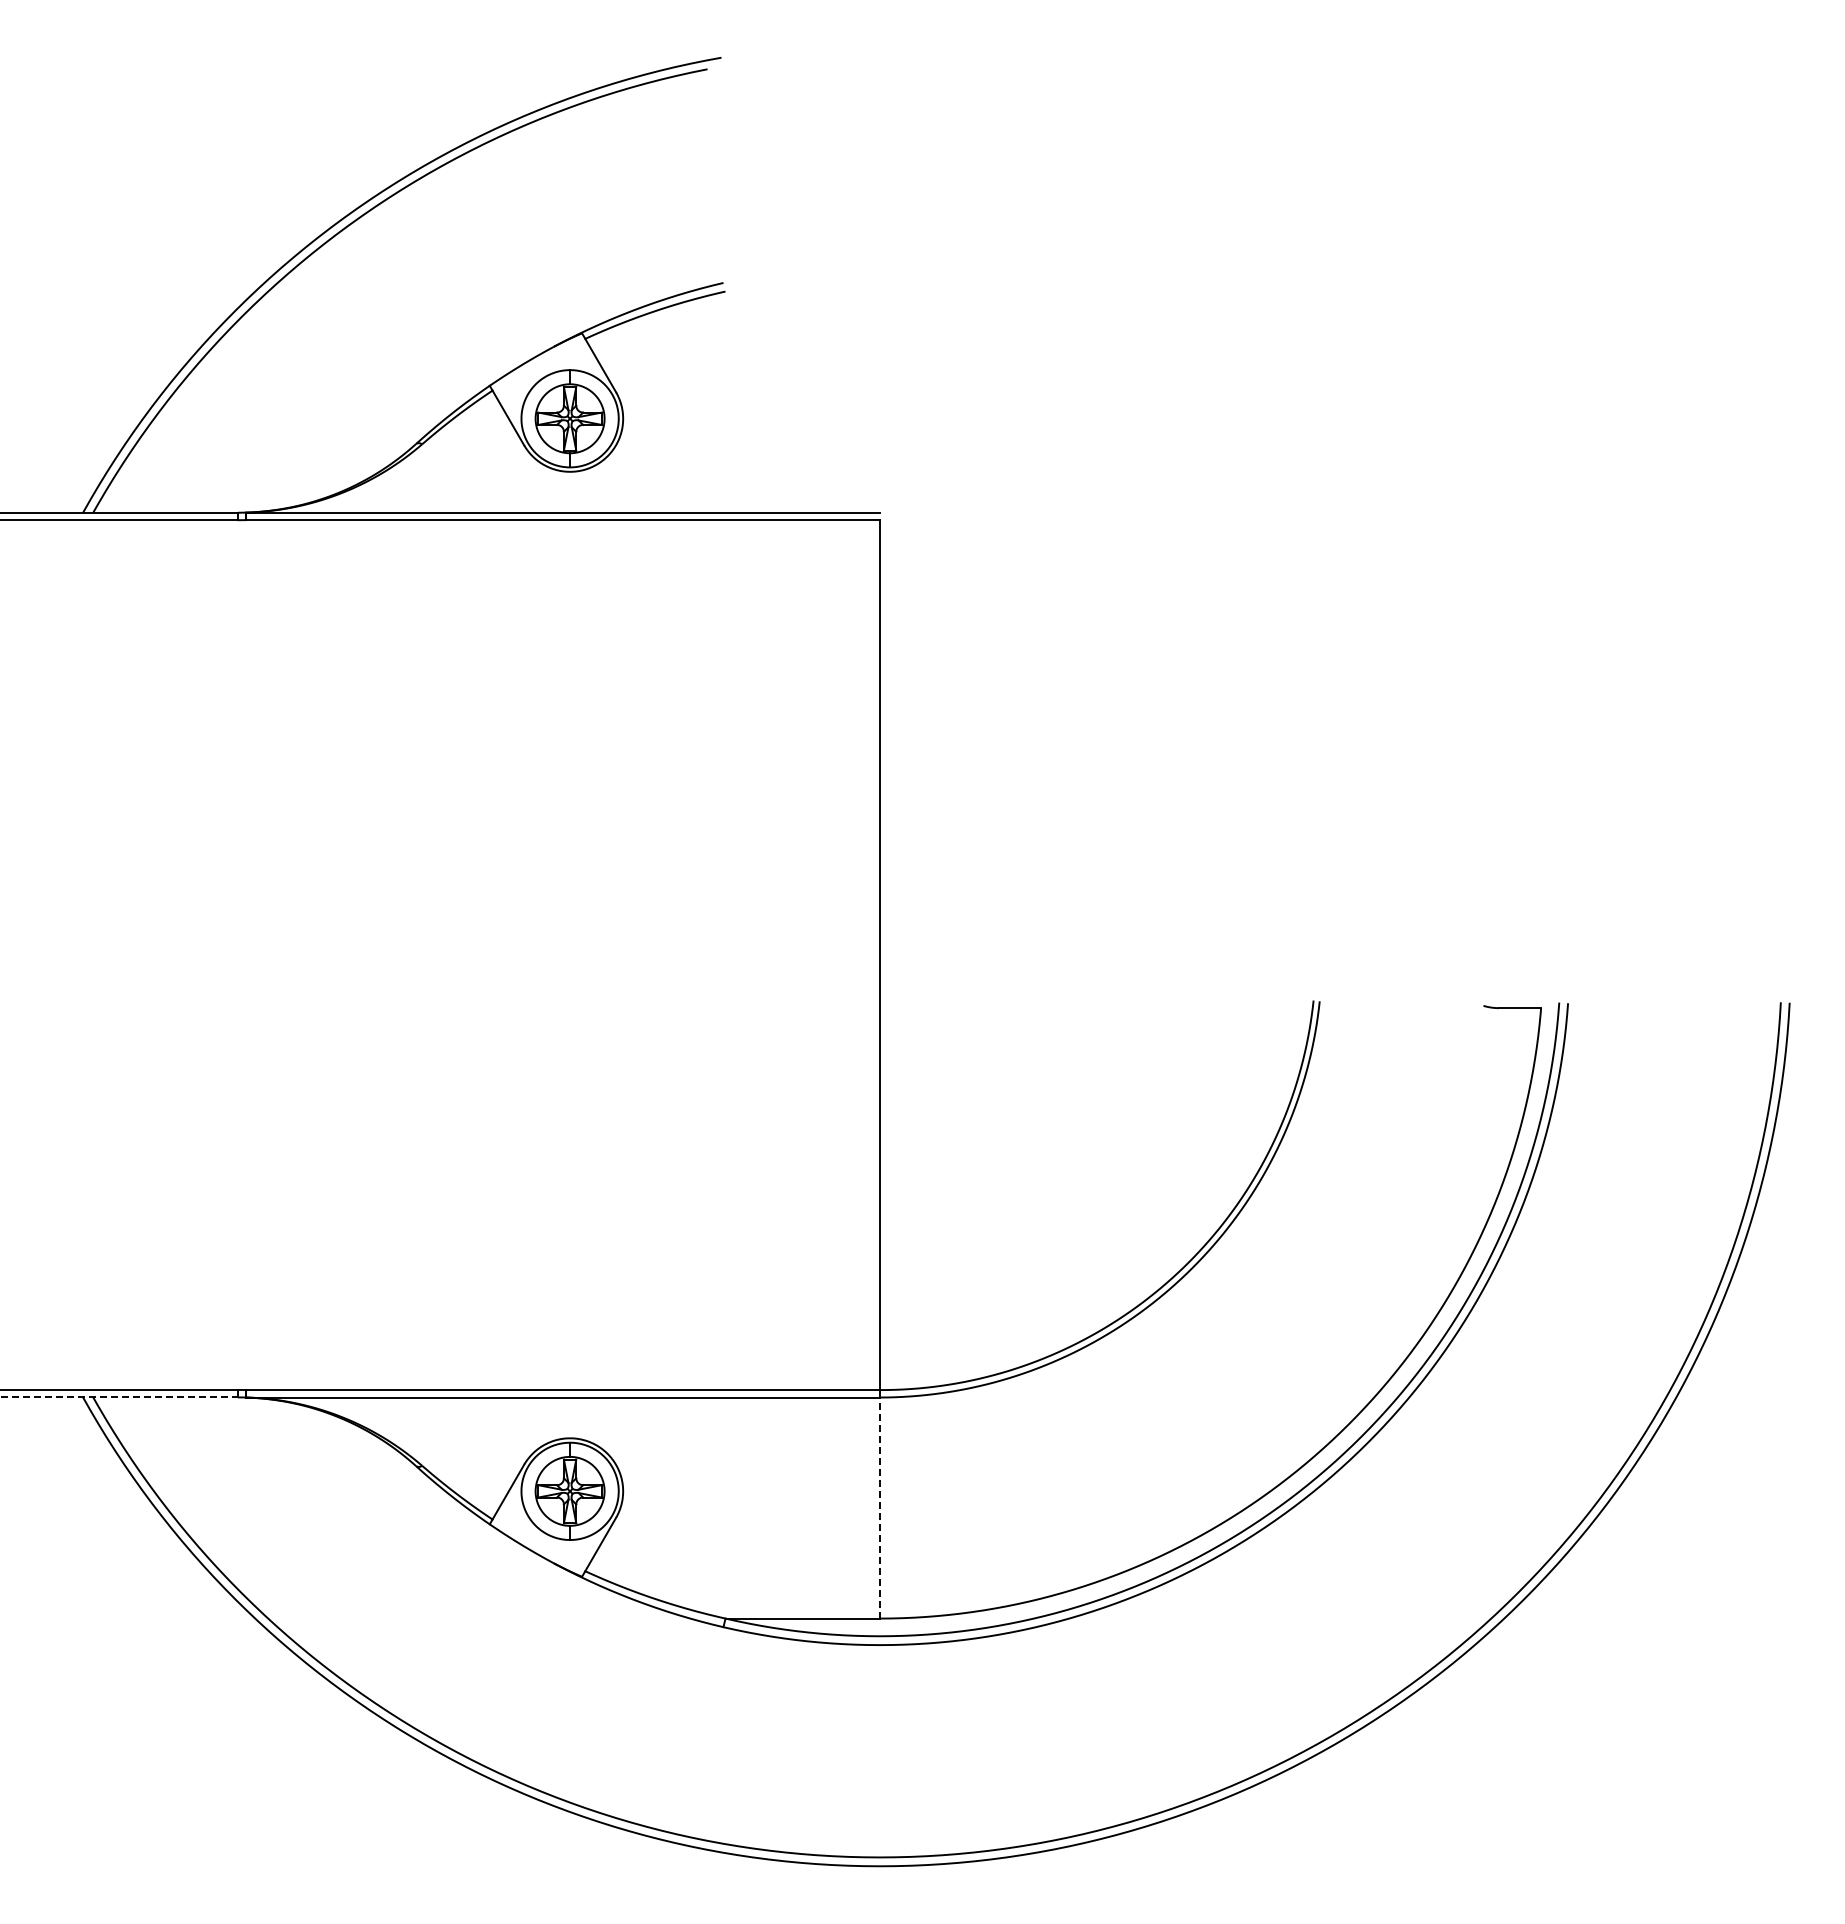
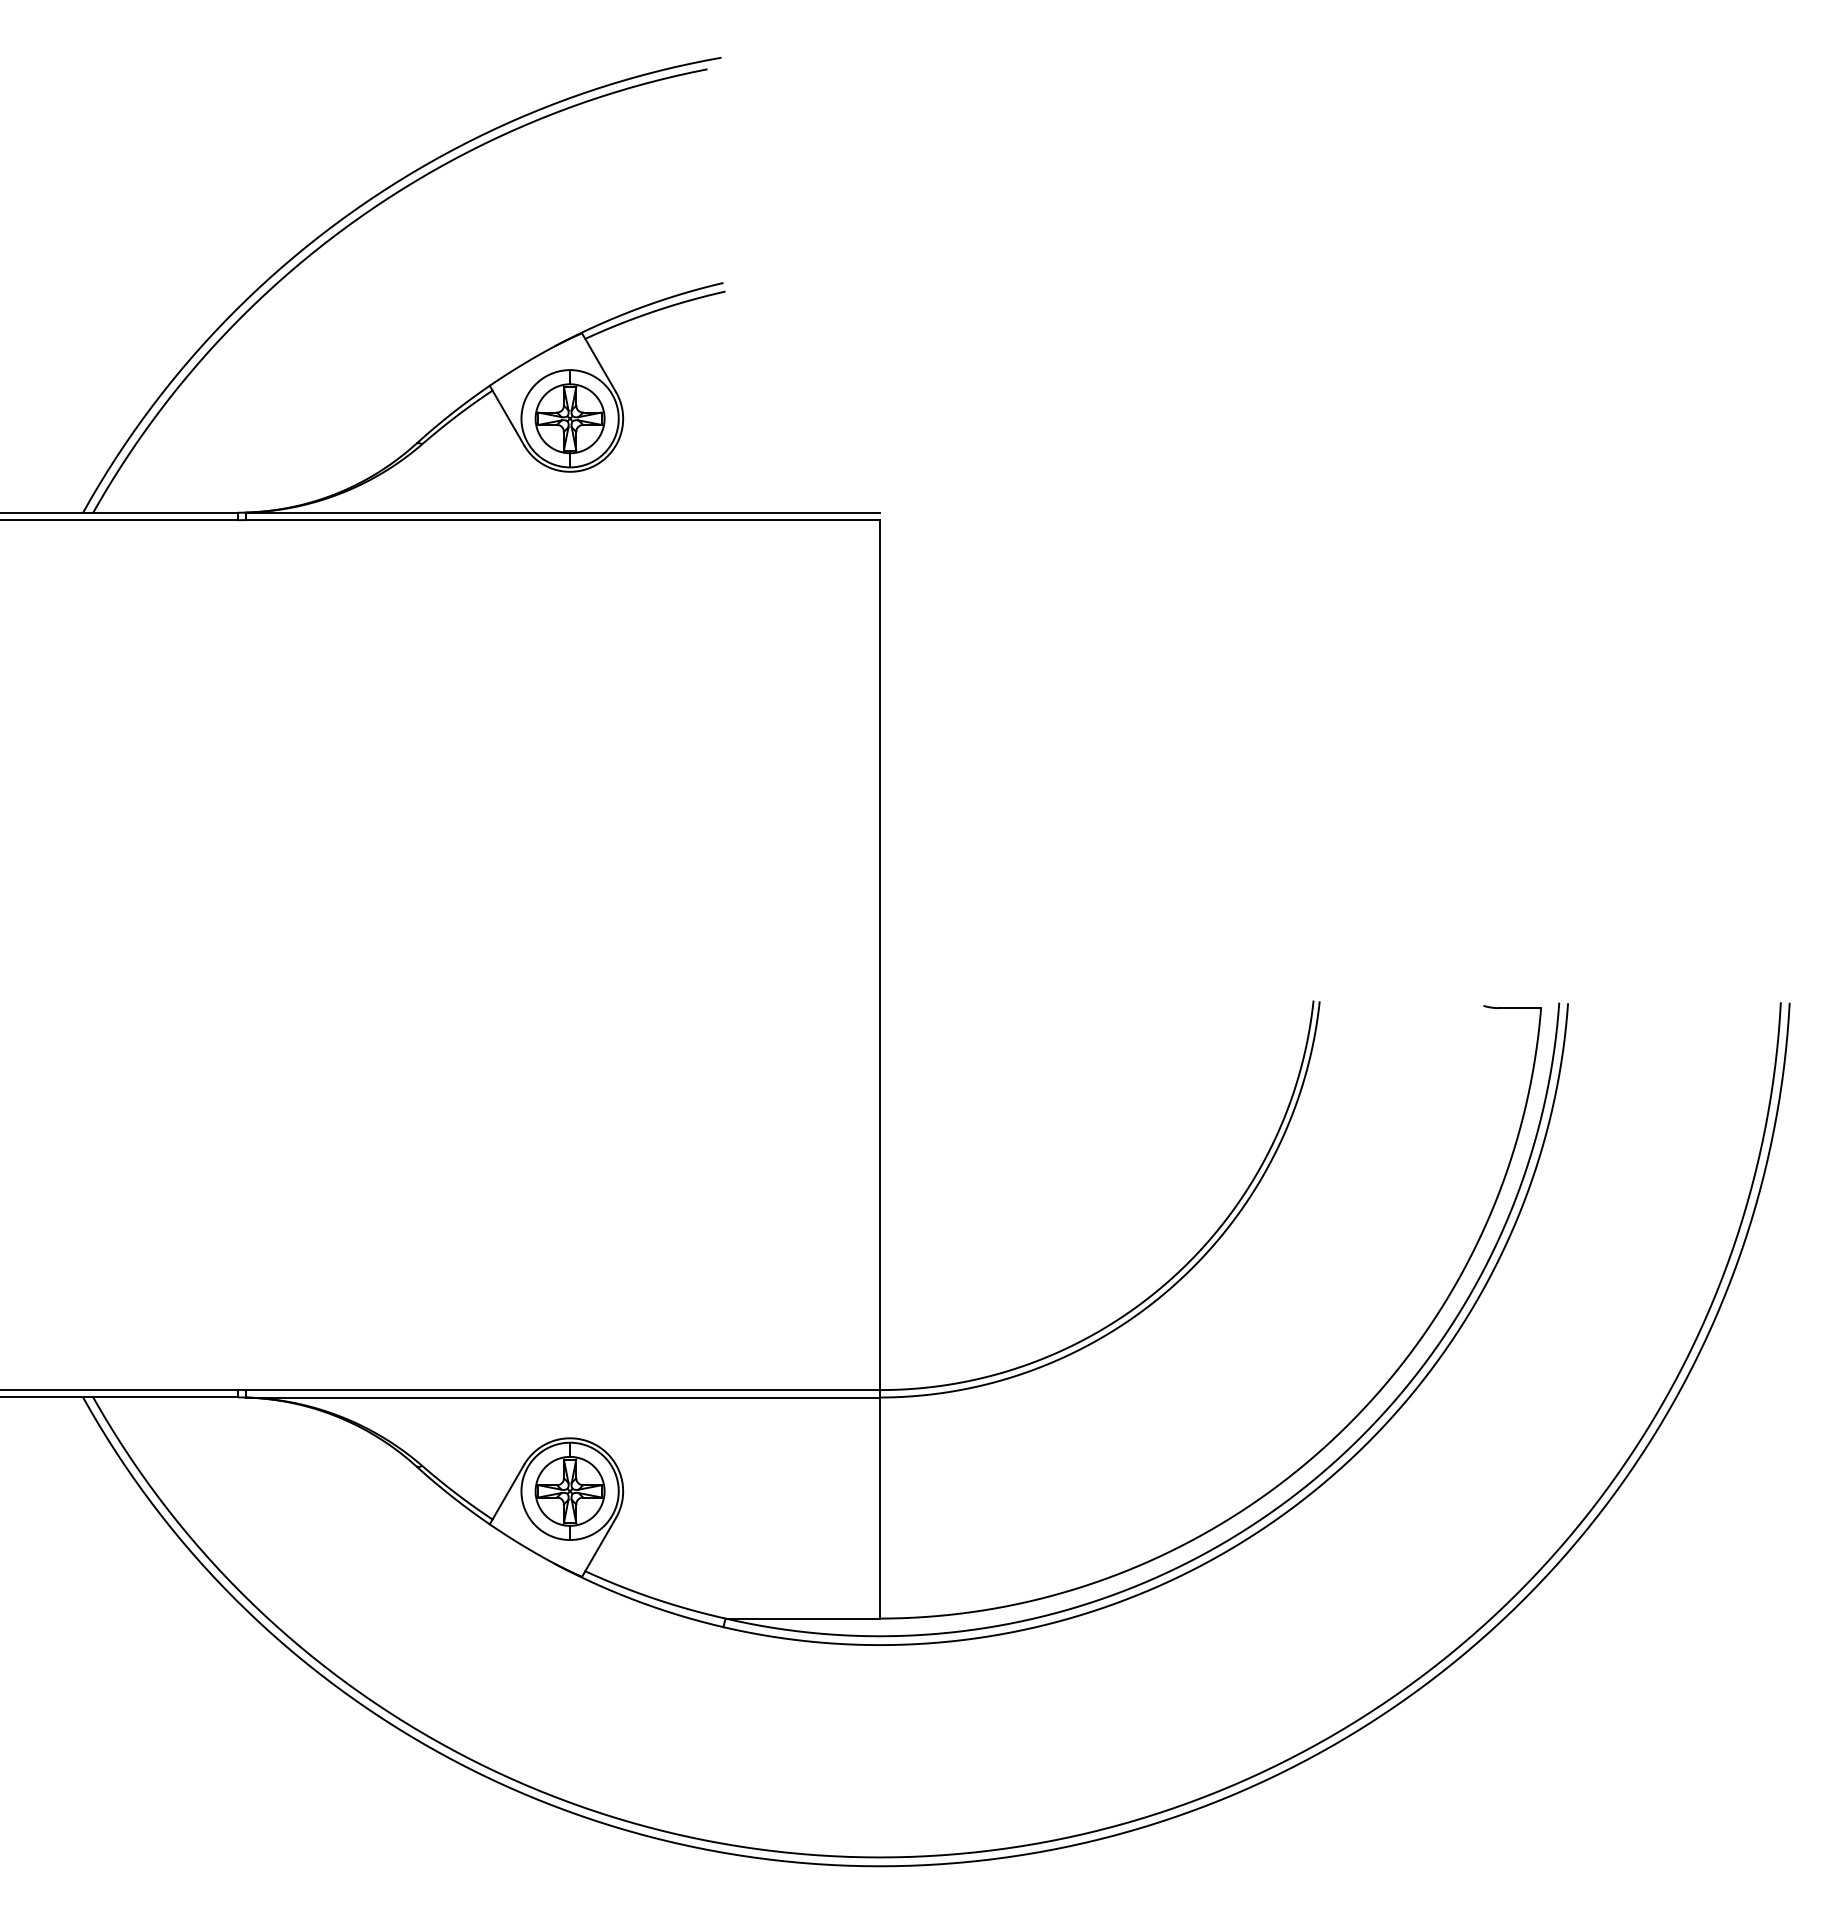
line at (119, 1397): dashed -> solid
line at (879, 1508): dashed -> solid
